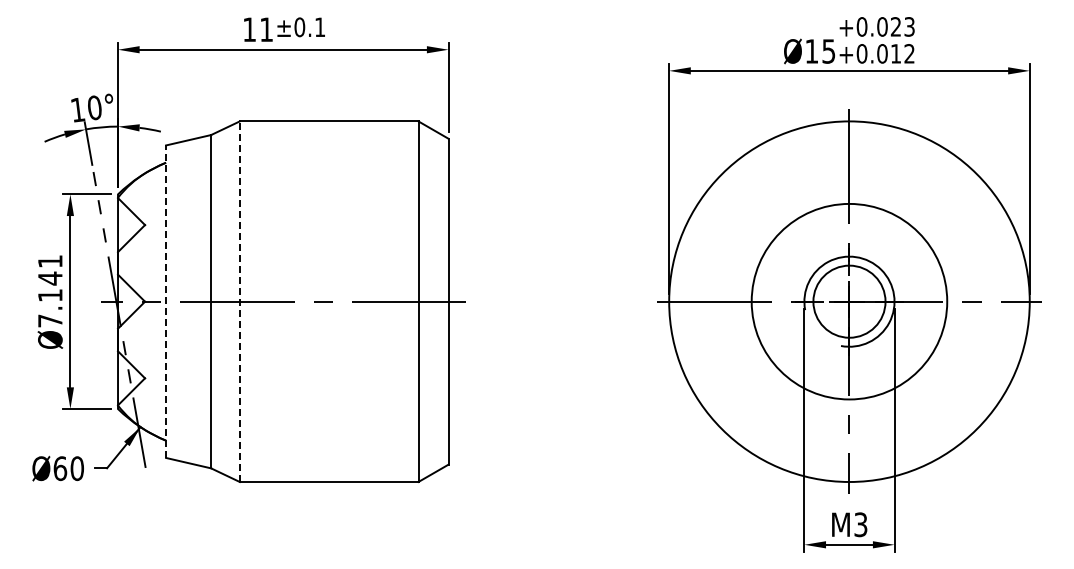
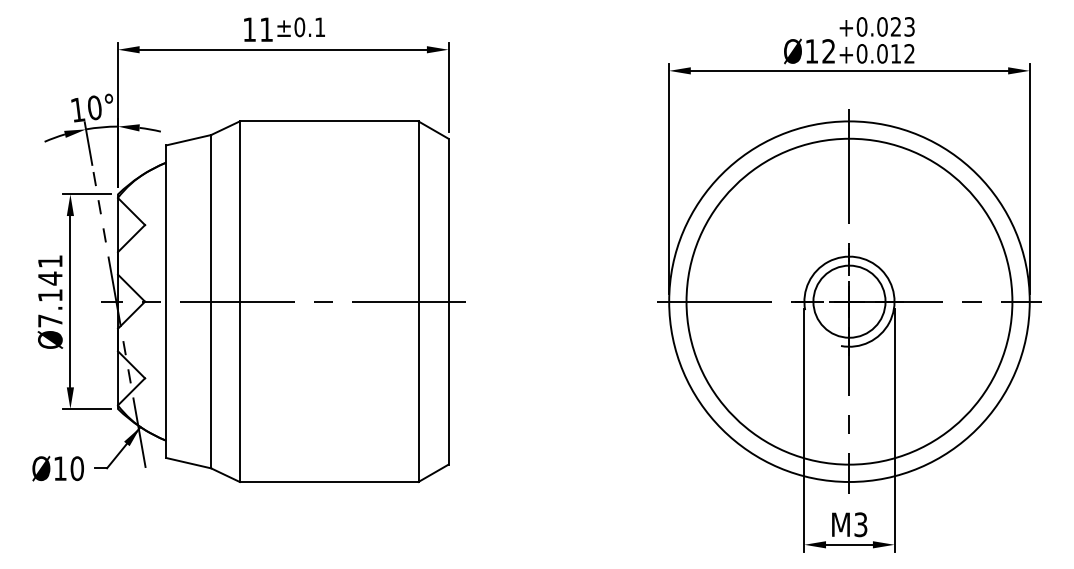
text at (828, 51): Ø15 -> Ø12
line at (166, 301): dashed -> solid
line at (239, 301): dashed -> solid
circle at (849, 301) diameter: 196 px -> 326 px
text at (60, 468): Ø60 -> Ø10
